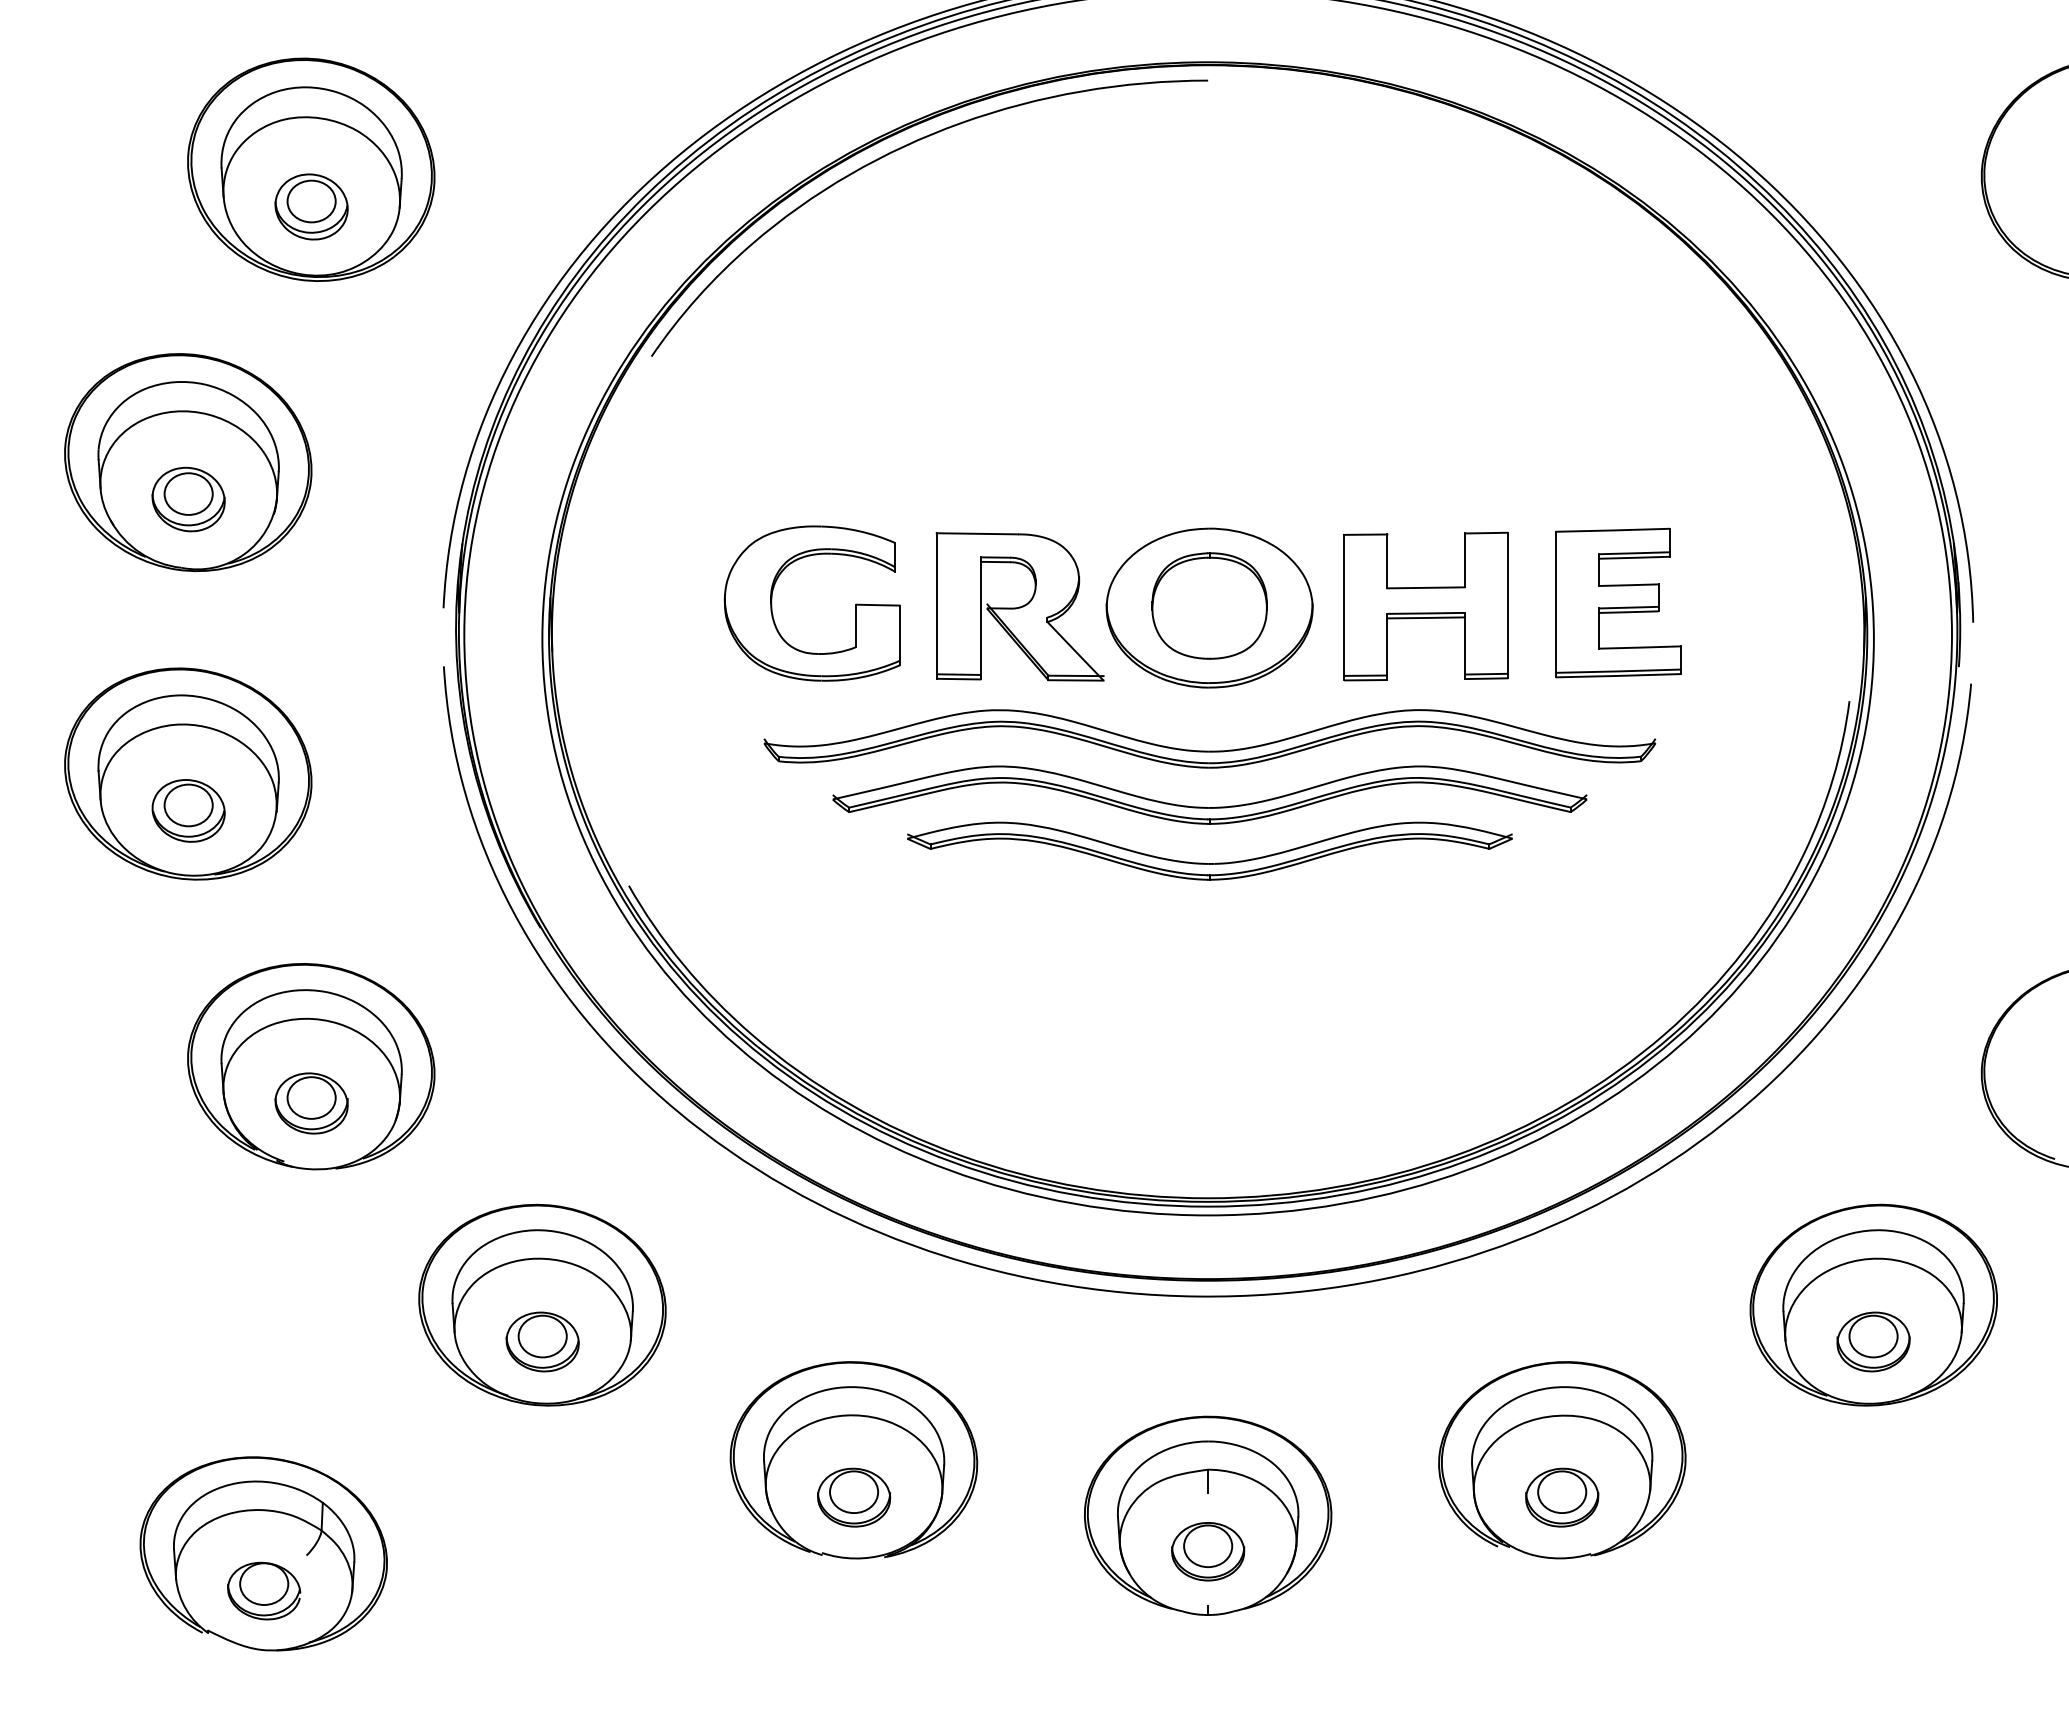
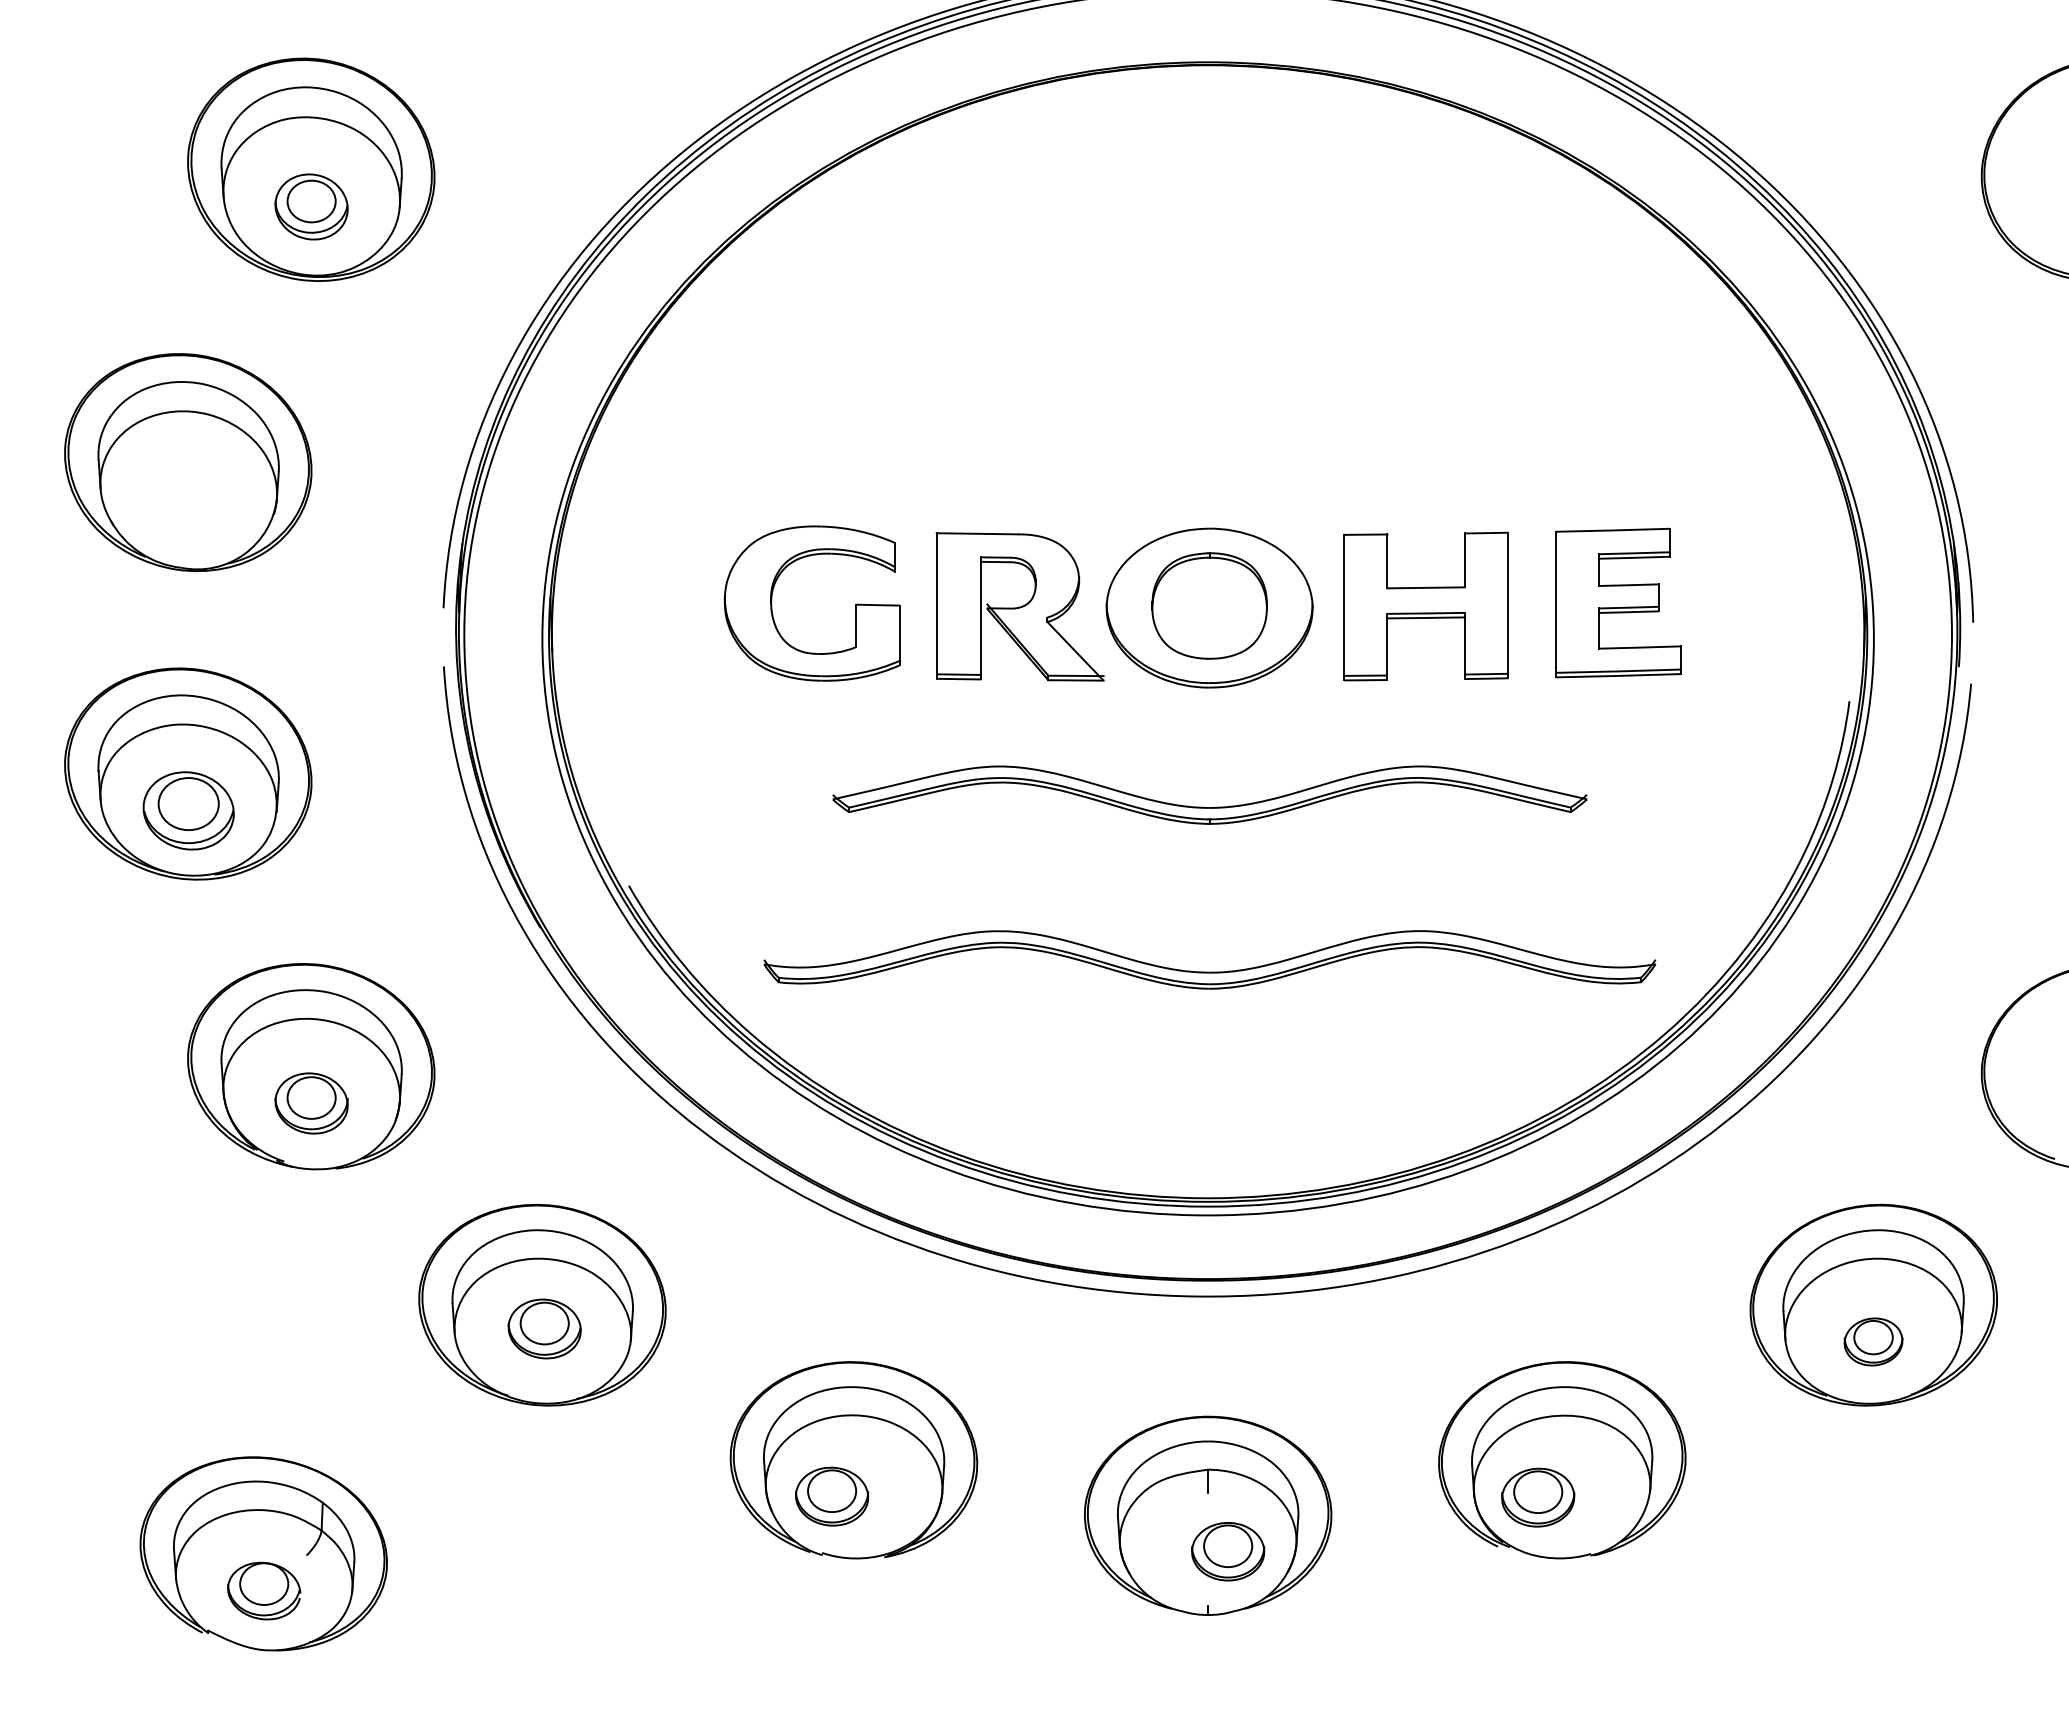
curve at (896, 151): present -> none
part at (188, 499): present -> none
part at (1209, 750) position: (1209, 750) -> (1209, 971)
part at (188, 810) size: 75x64 px -> 93x80 px
part at (1209, 863): present -> none
part at (542, 1341) position: (542, 1341) -> (544, 1328)
part at (1873, 1341) size: 75x62 px -> 61x50 px
part at (854, 1497) position: (854, 1497) -> (832, 1496)
part at (1562, 1497) position: (1562, 1497) -> (1538, 1497)
part at (1208, 1551) position: (1208, 1551) -> (1228, 1551)
